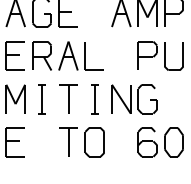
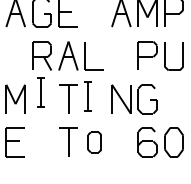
part at (14, 55): present -> none
part at (41, 99) position: (41, 99) -> (40, 92)
part at (94, 99) position: (94, 99) -> (87, 96)
part at (94, 142) size: 21x31 px -> 15x23 px
